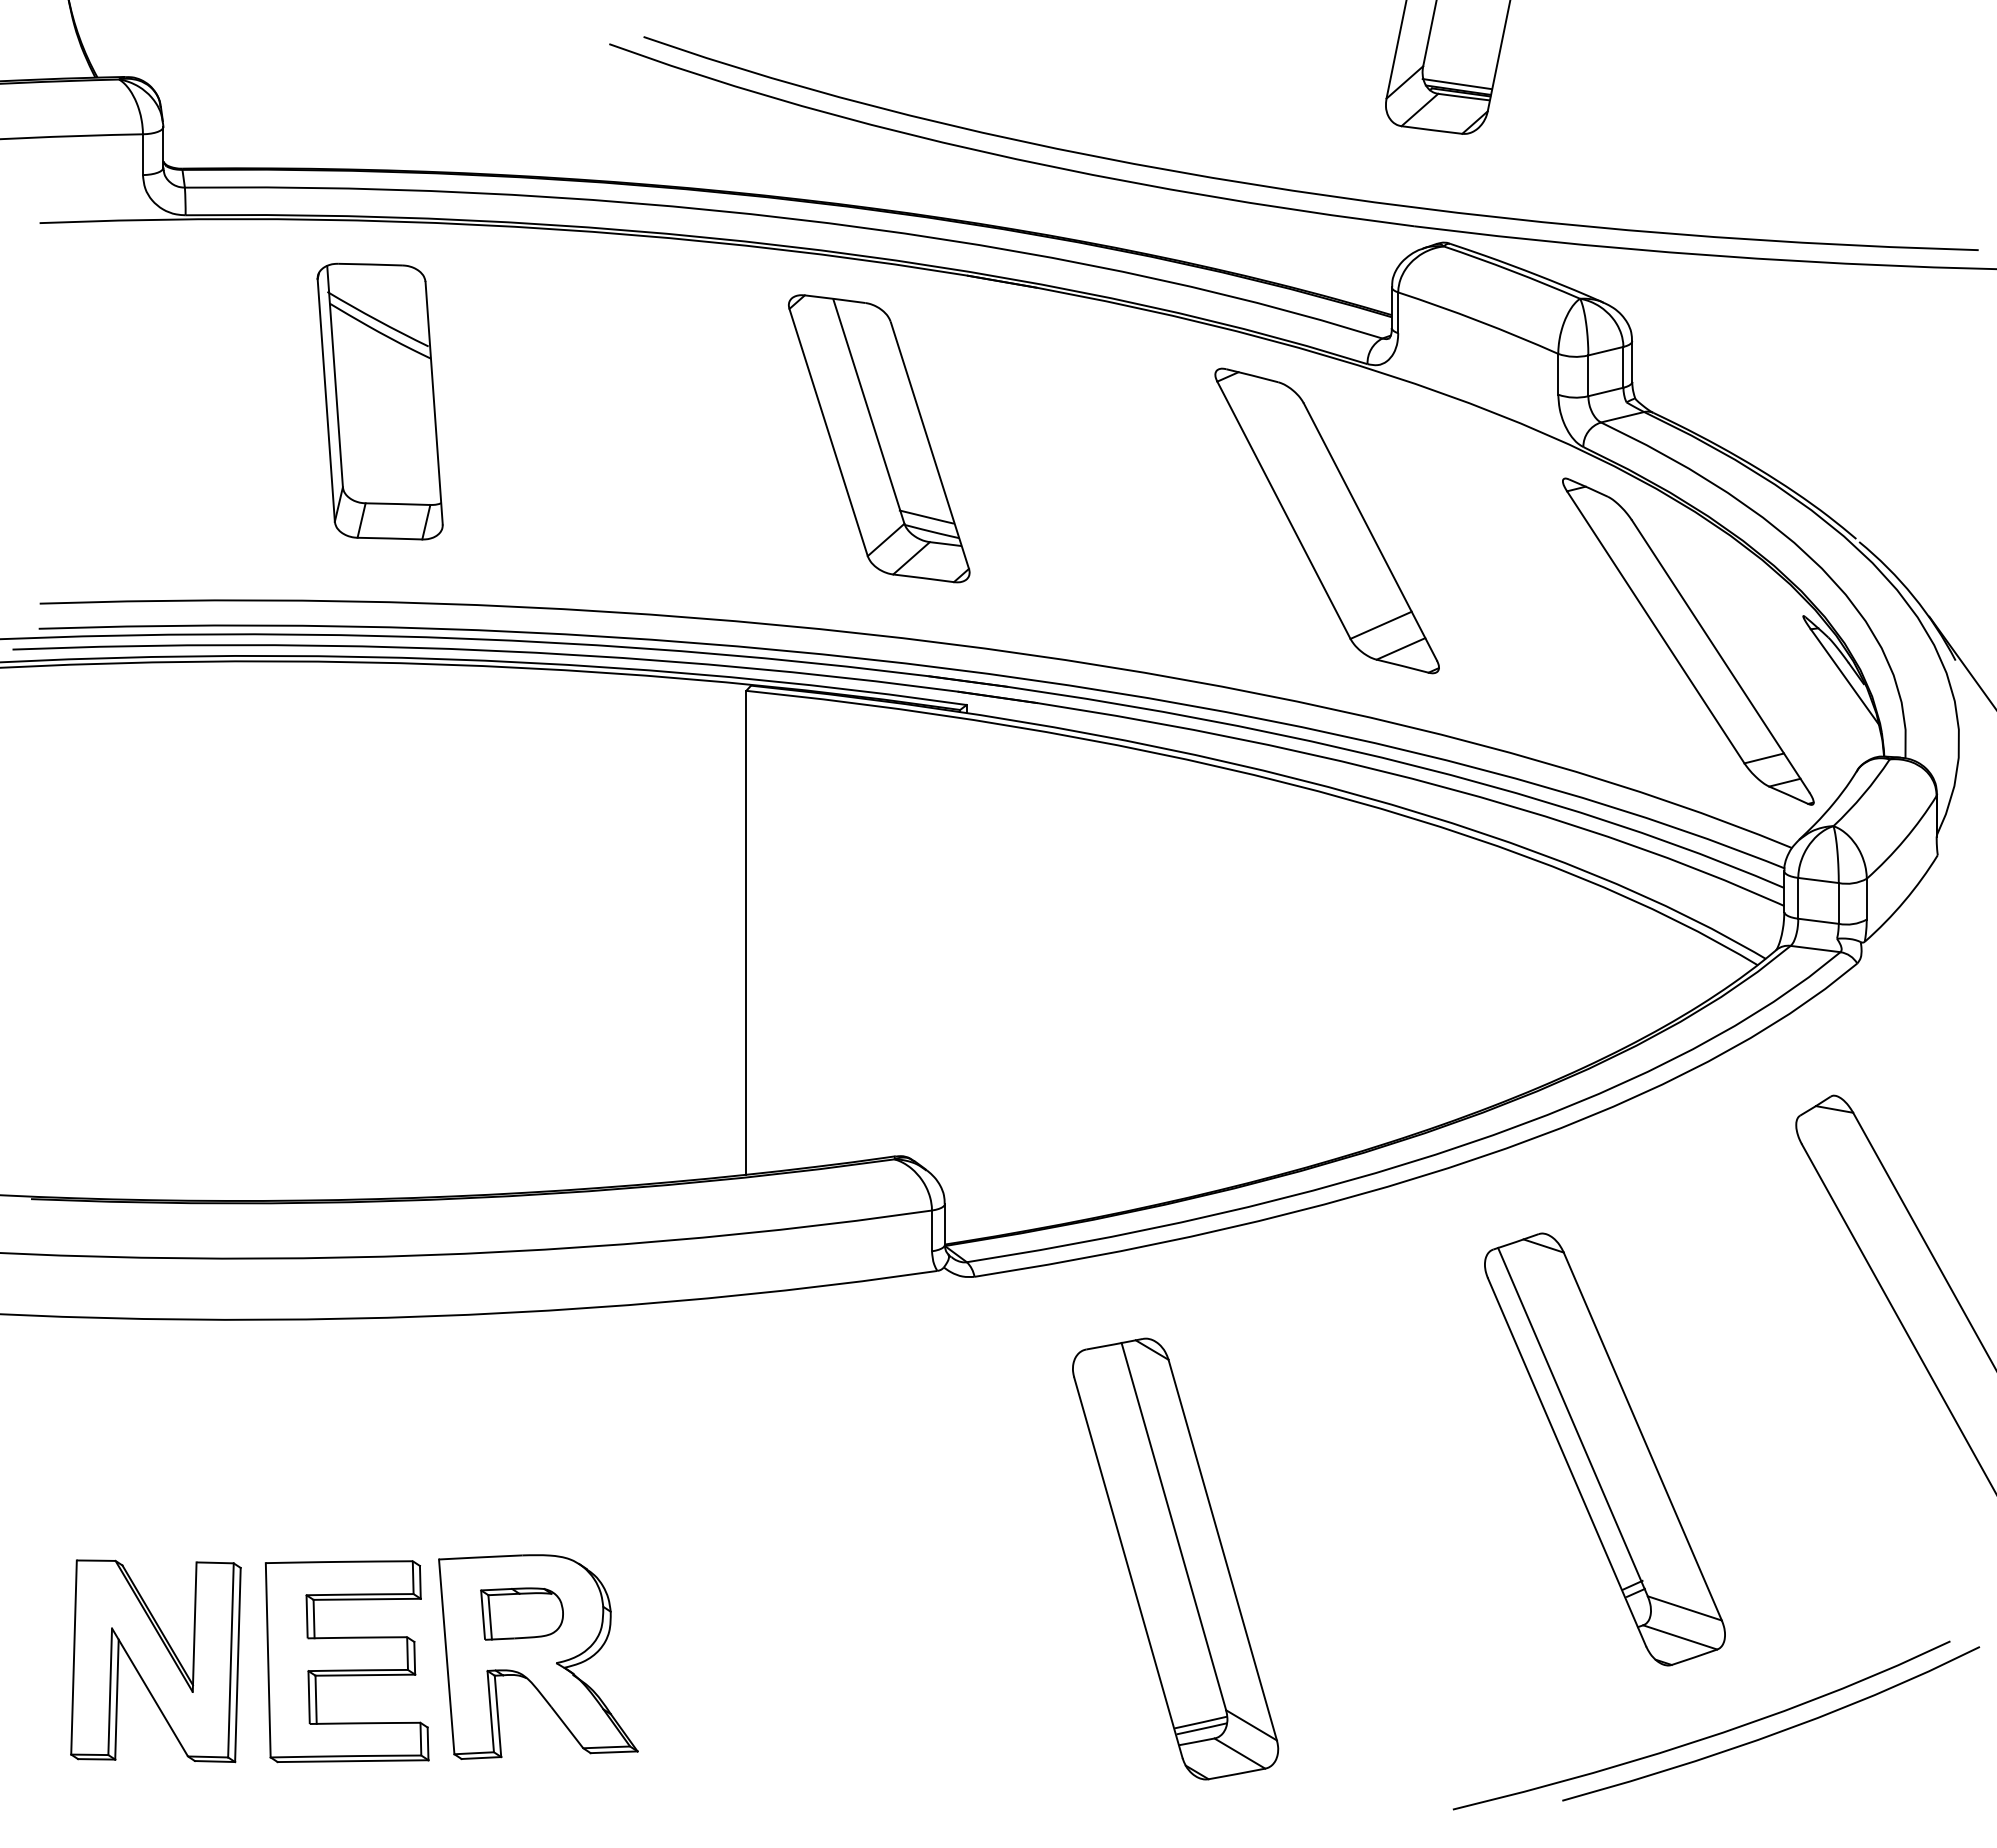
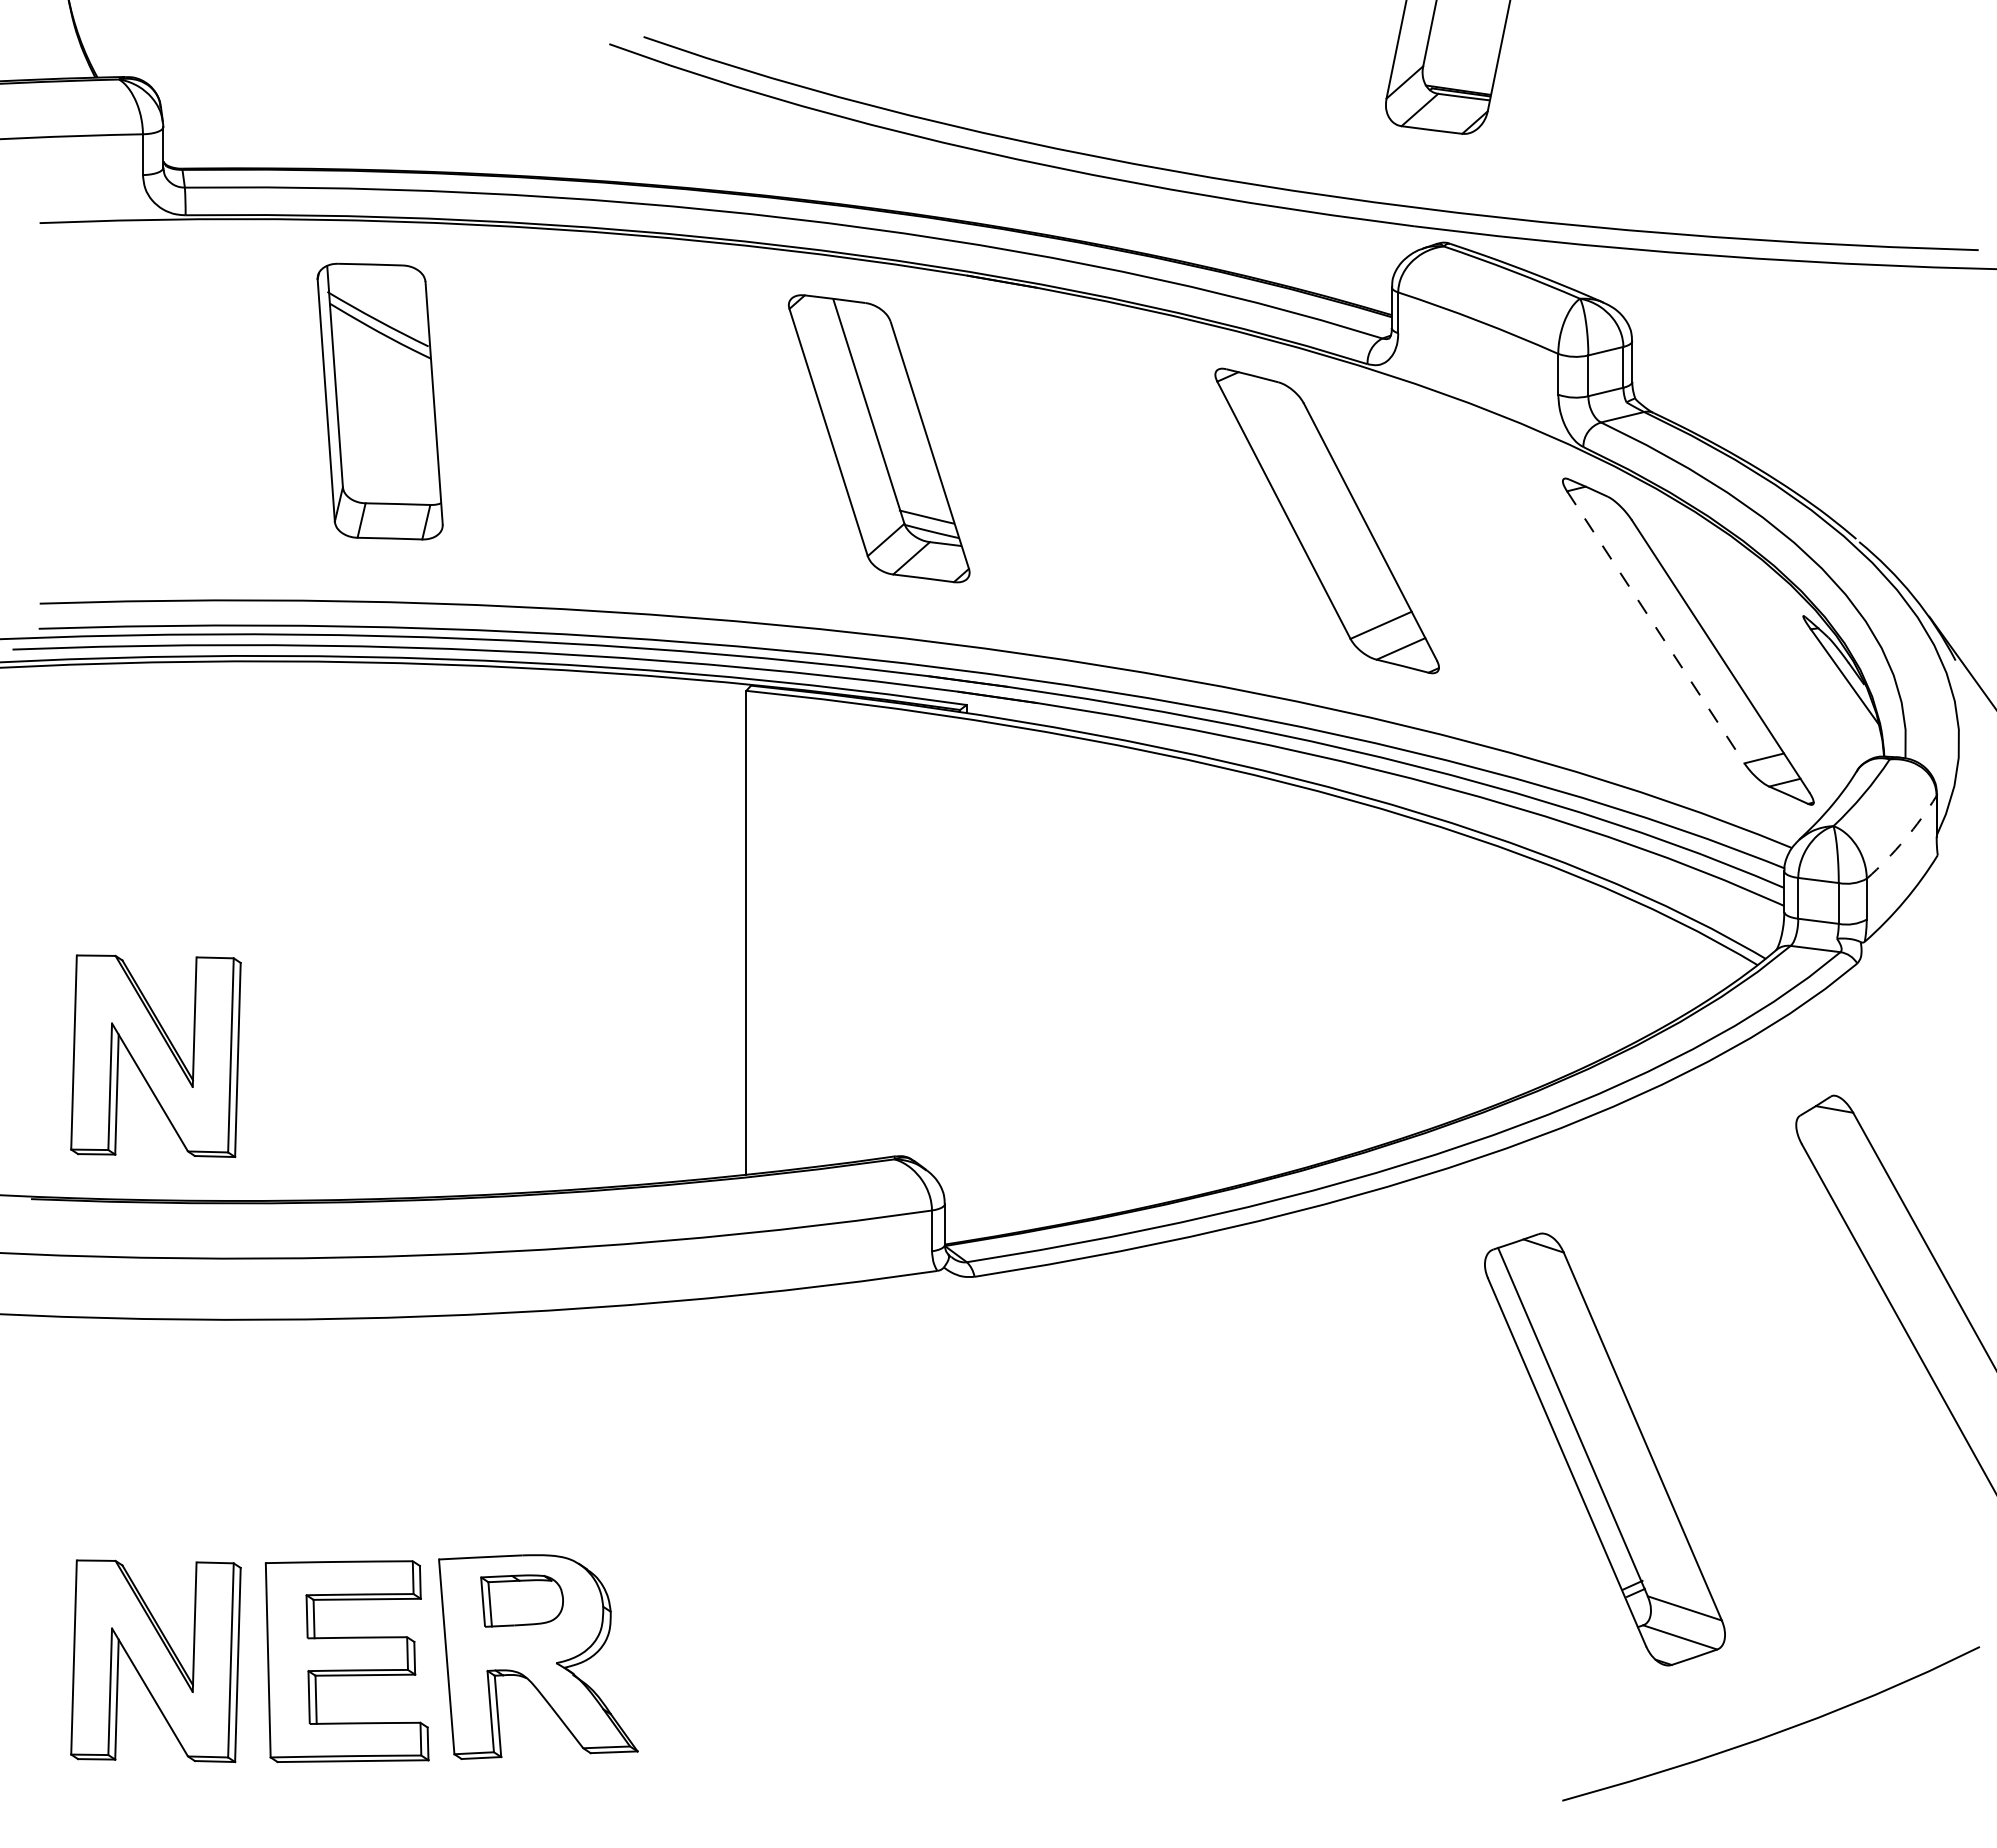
line at (1456, 84): present -> none
line at (1656, 627): solid -> dashed
arc at (1904, 839): solid -> dashed
part at (155, 1056): none -> present
part at (1175, 1558): present -> none
part at (521, 1613) position: (521, 1613) -> (521, 1600)
curve at (1704, 1737): present -> none
